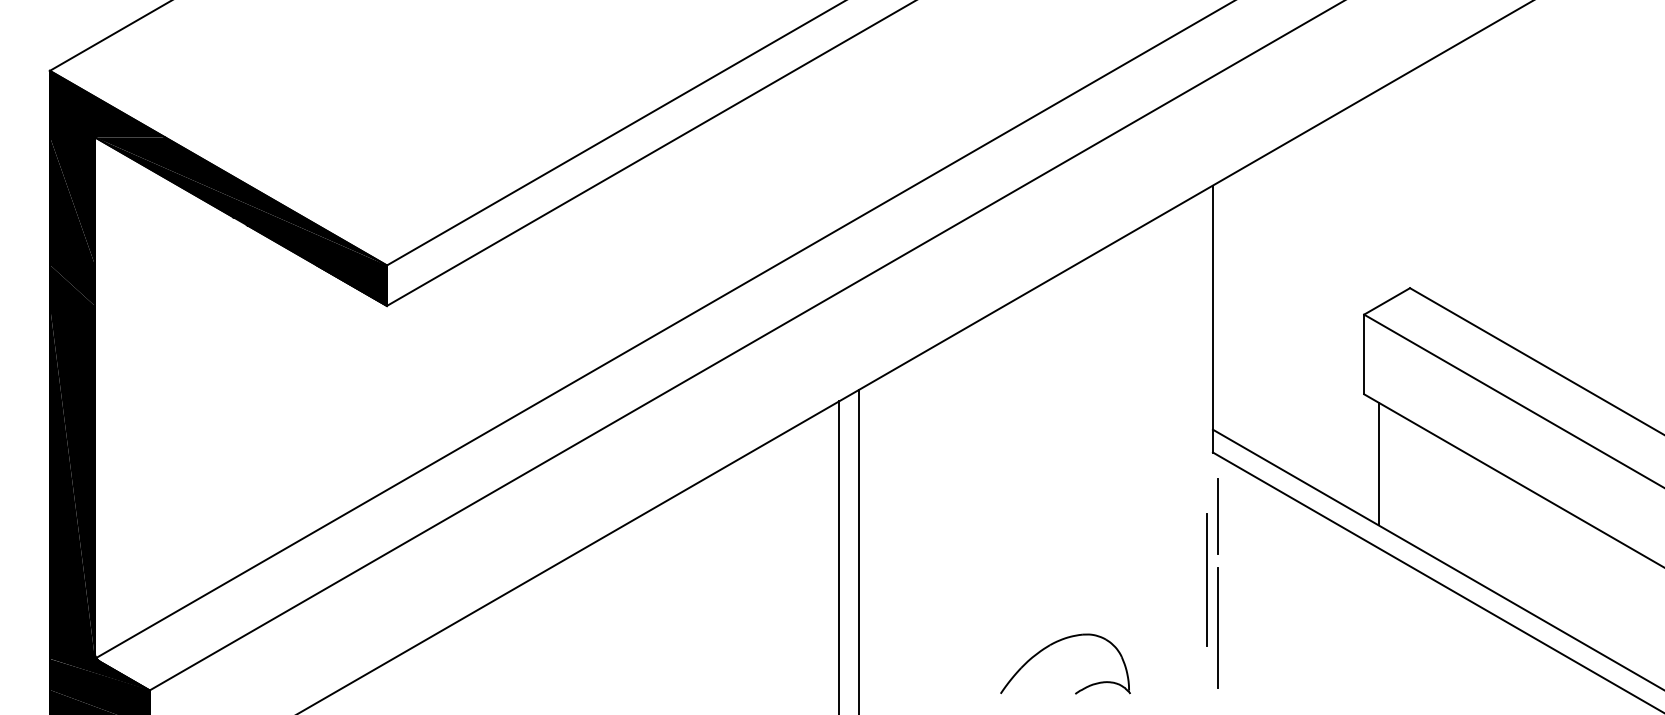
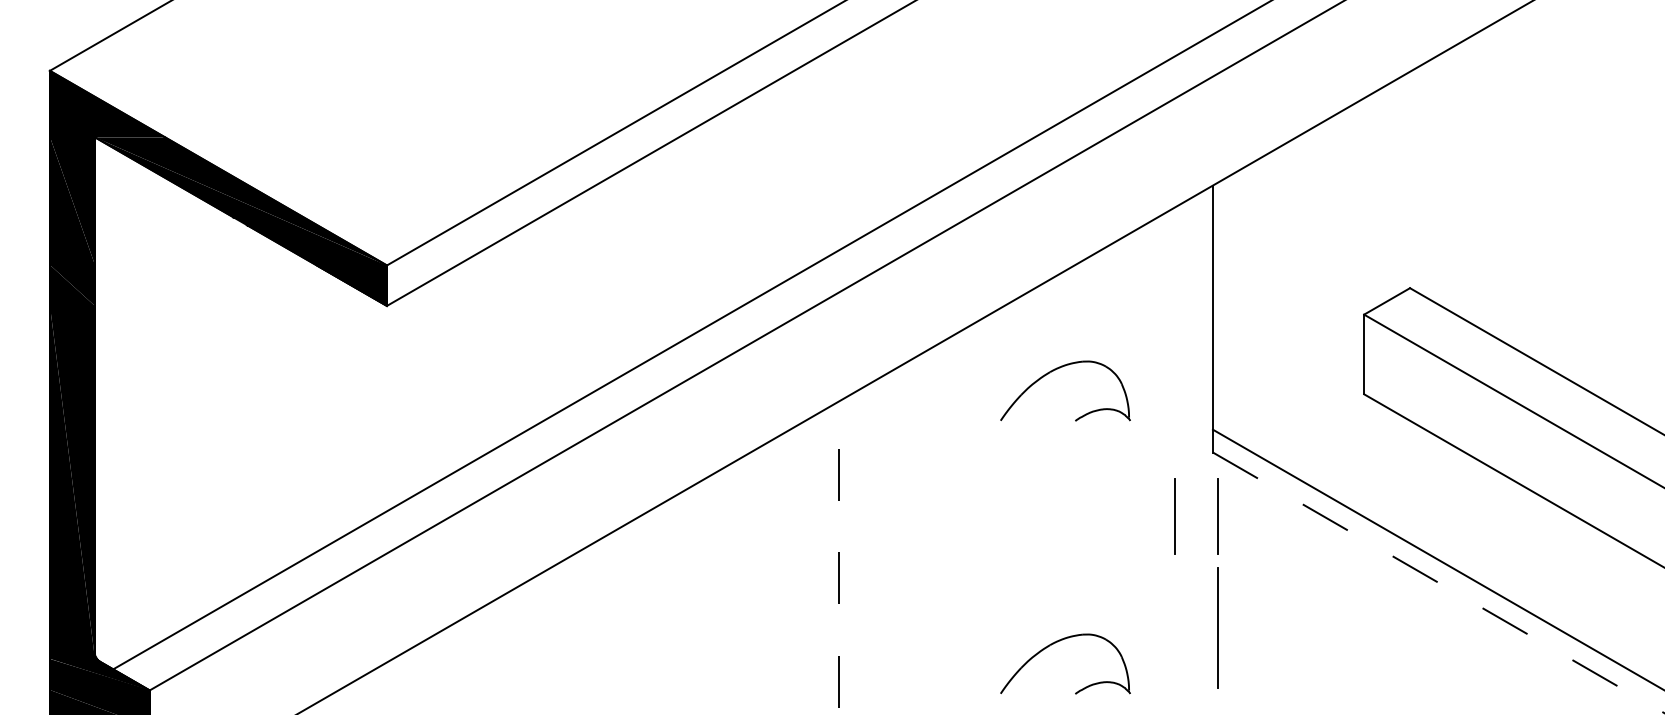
line at (663, 330) position: (663, 330) -> (686, 338)
part at (1055, 370): none -> present
line at (1378, 463): present -> none
line at (1174, 516): none -> present
line at (858, 550): present -> none
line at (839, 558): solid -> dashed
line at (1207, 579): present -> none
line at (1438, 582): solid -> dashed
